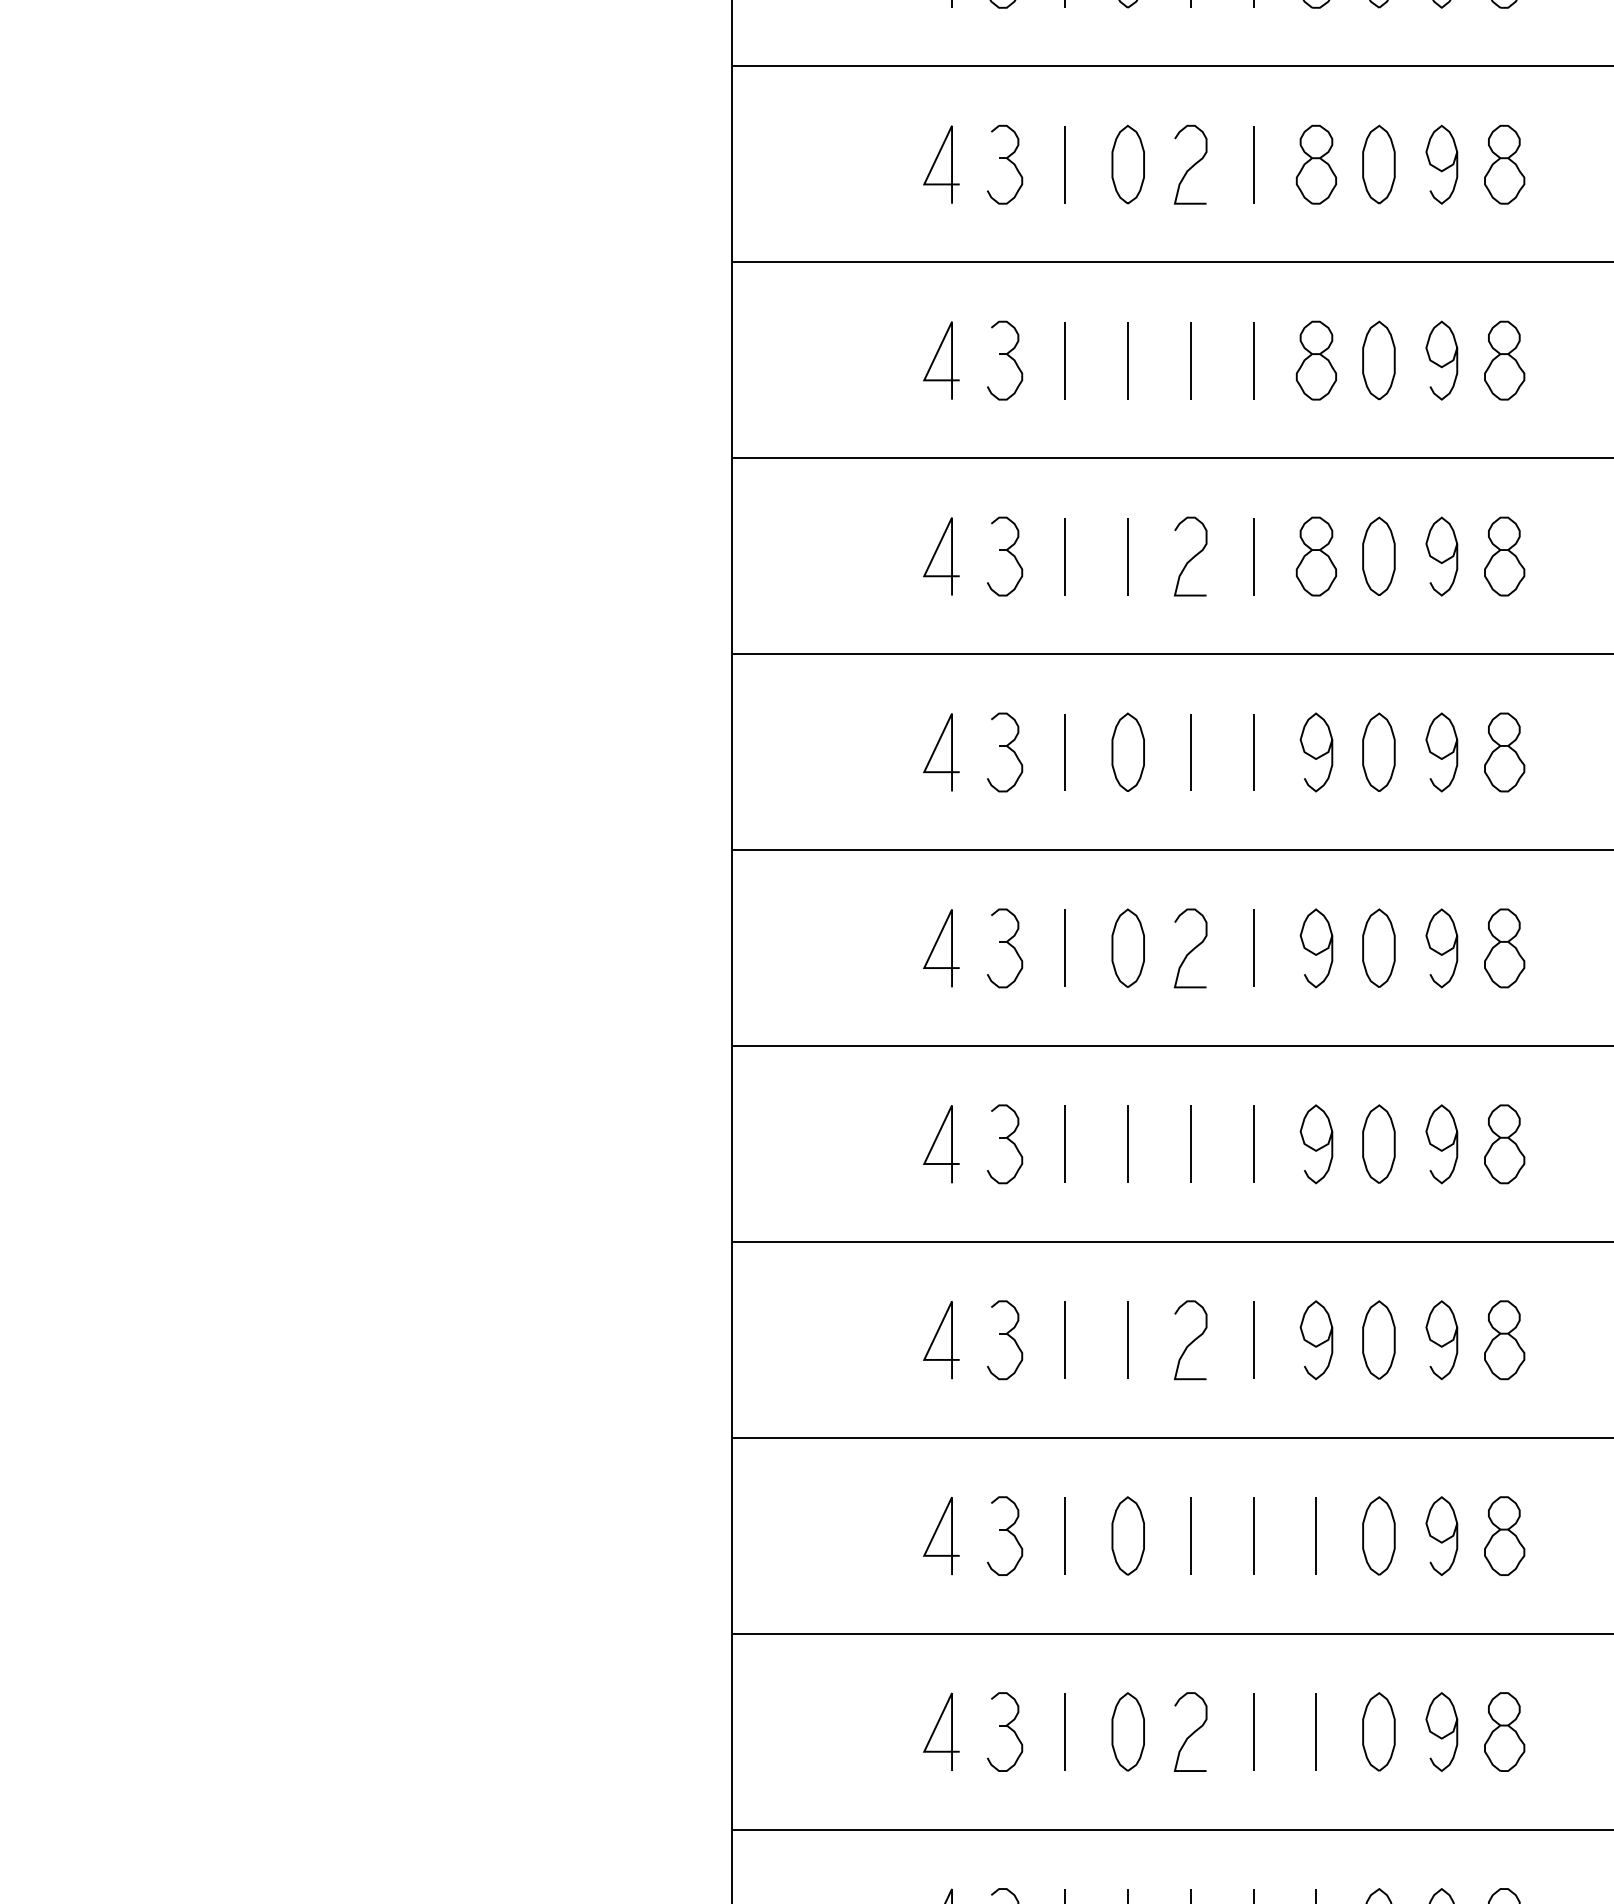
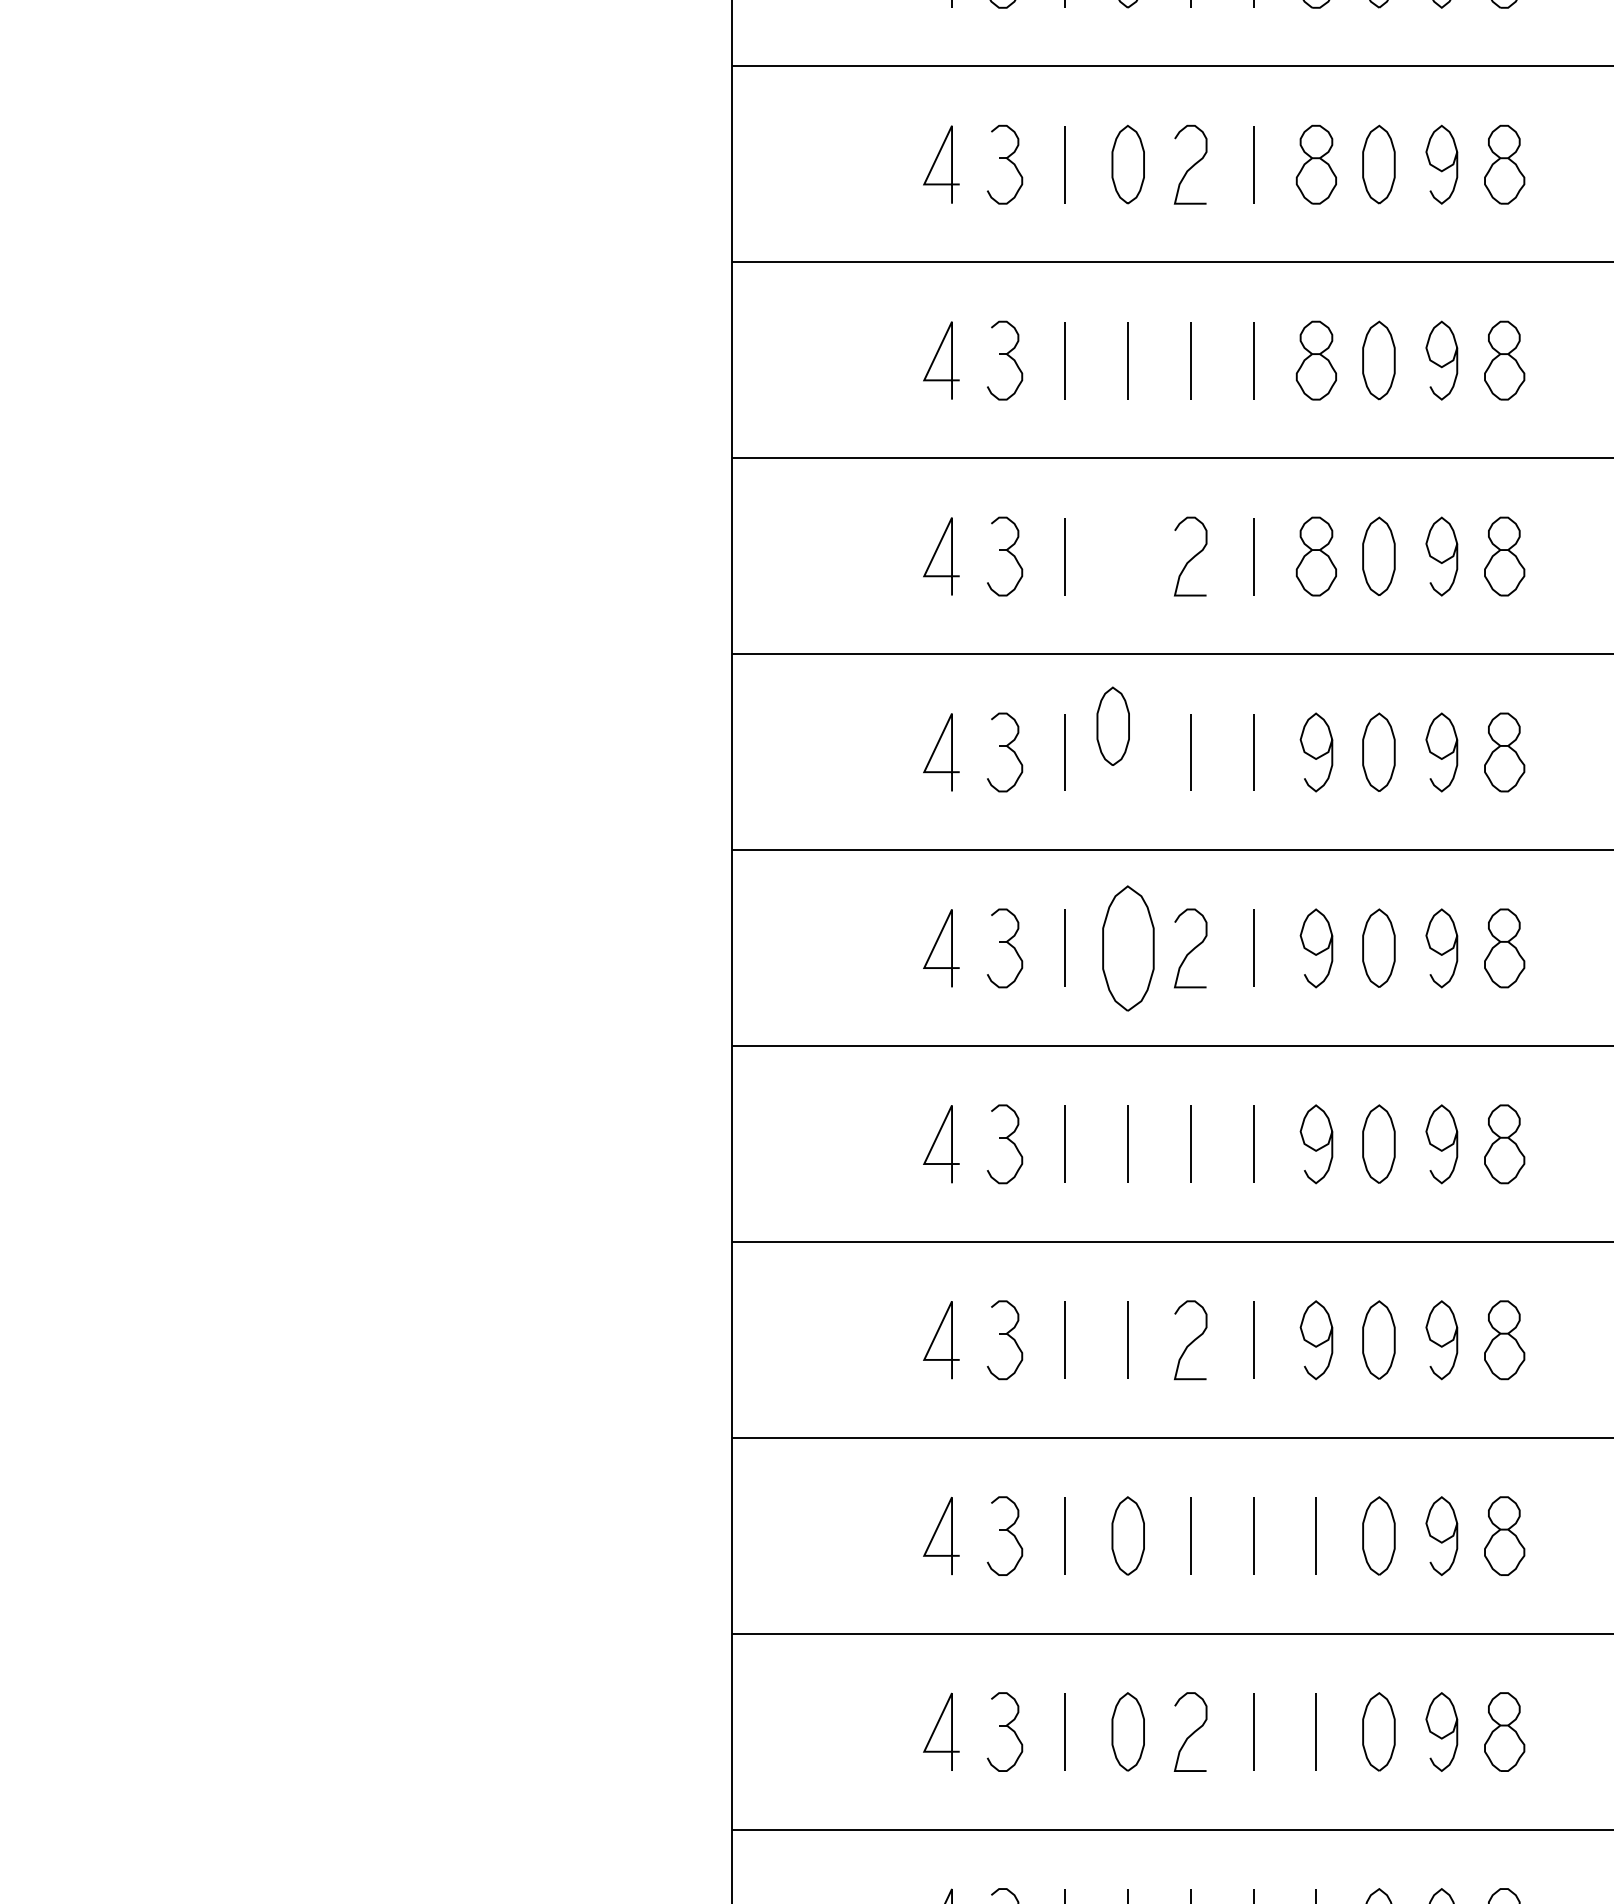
line at (1127, 556): present -> none
part at (1127, 751) position: (1127, 751) -> (1112, 725)
part at (1127, 947) size: 34x80 px -> 53x127 px
